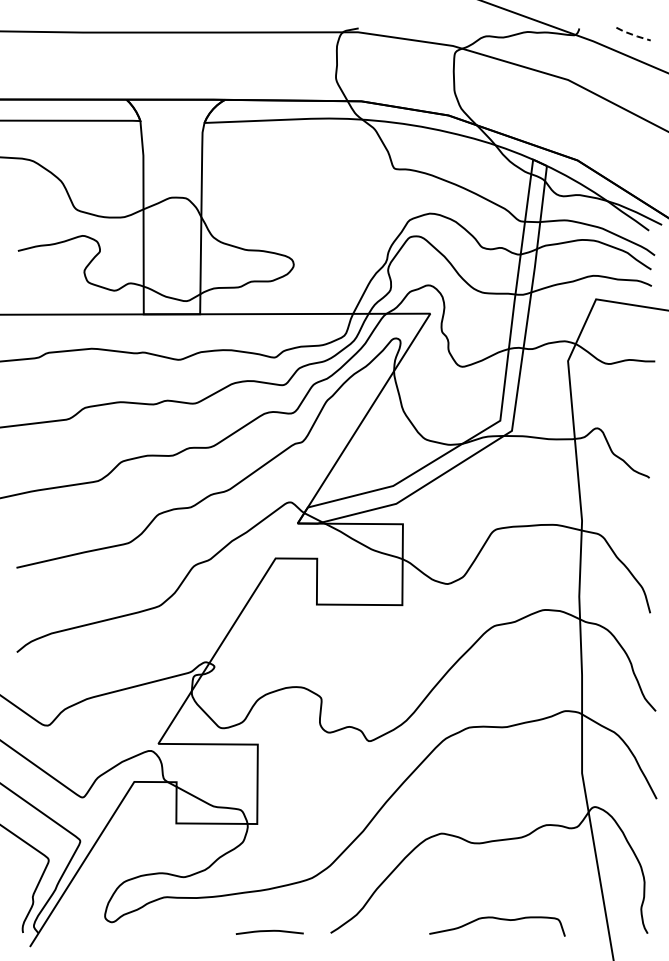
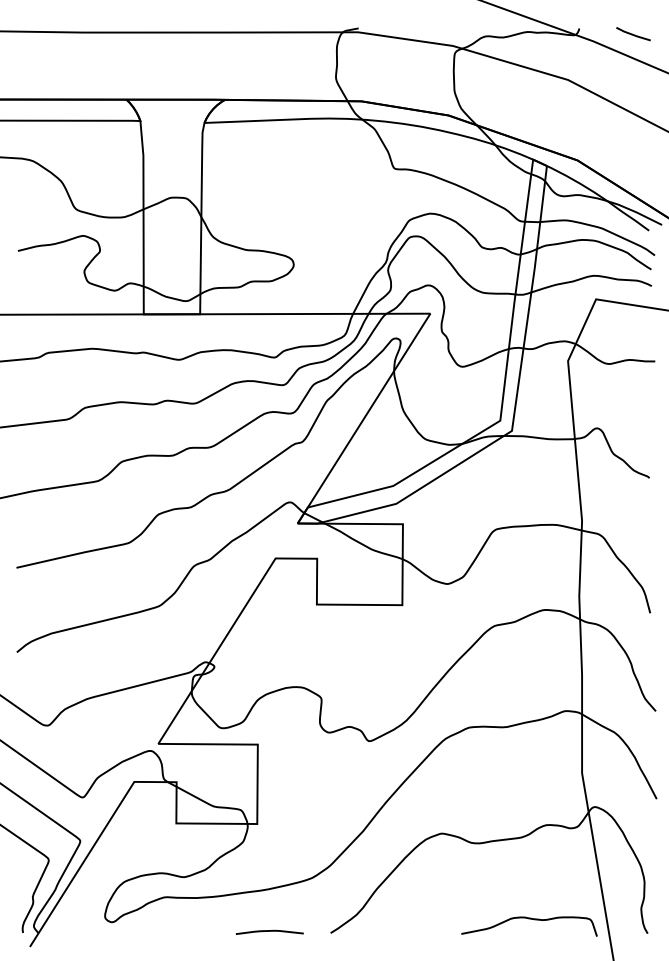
line at (633, 35): dashed -> solid
curve at (497, 919) position: (497, 919) -> (529, 919)
